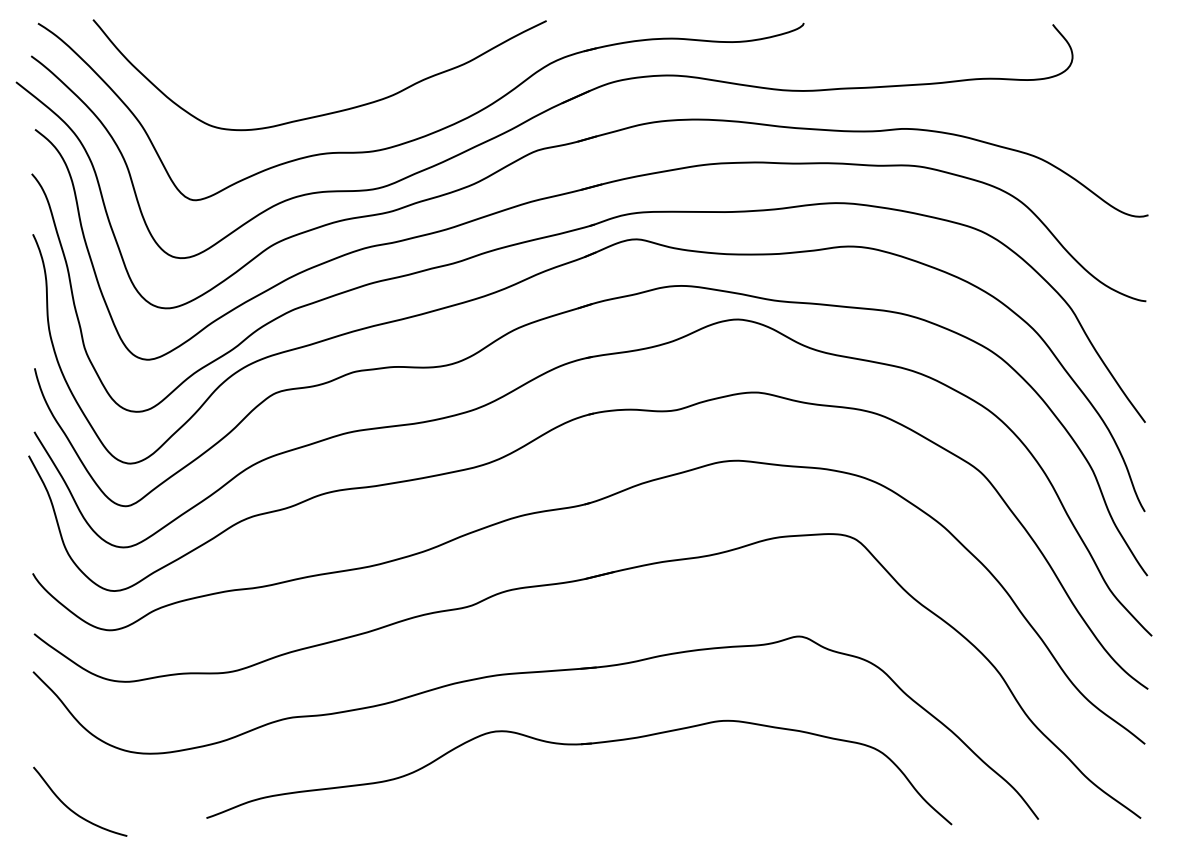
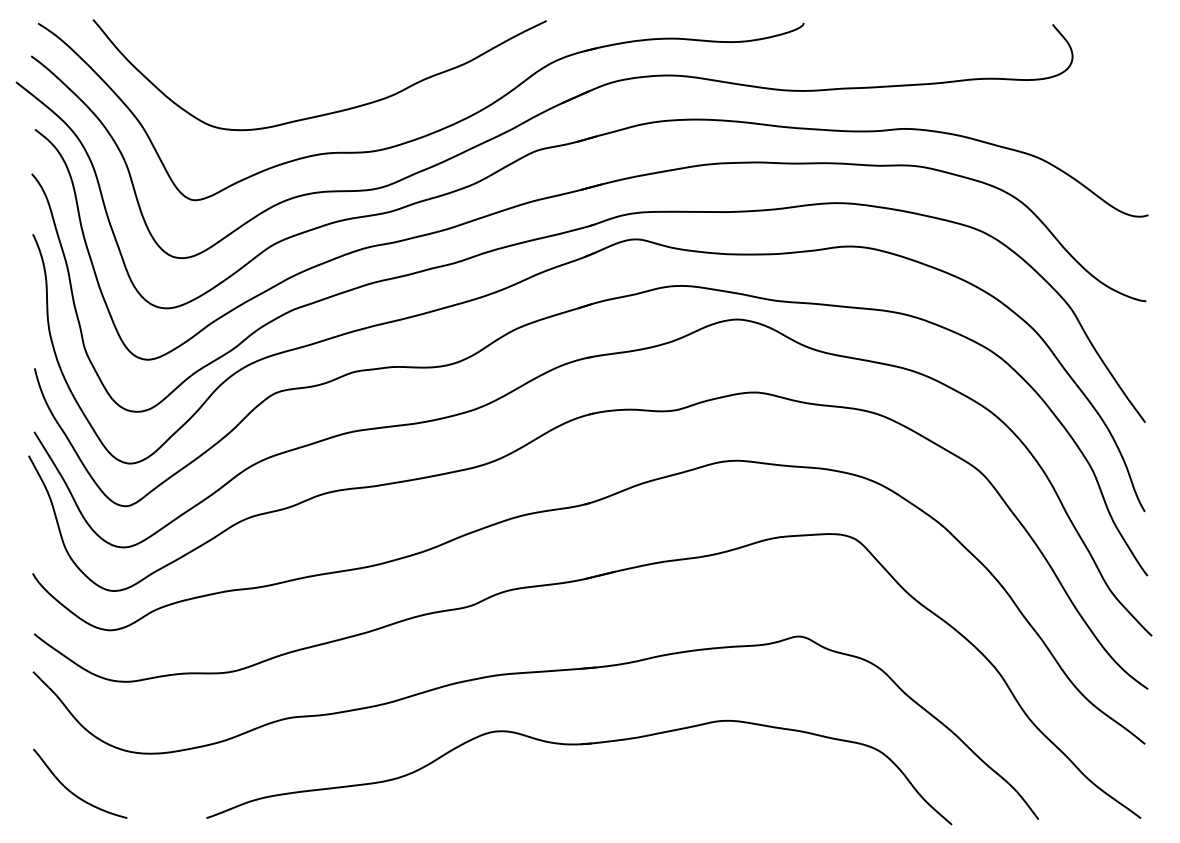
curve at (73, 810) position: (73, 810) -> (73, 792)
